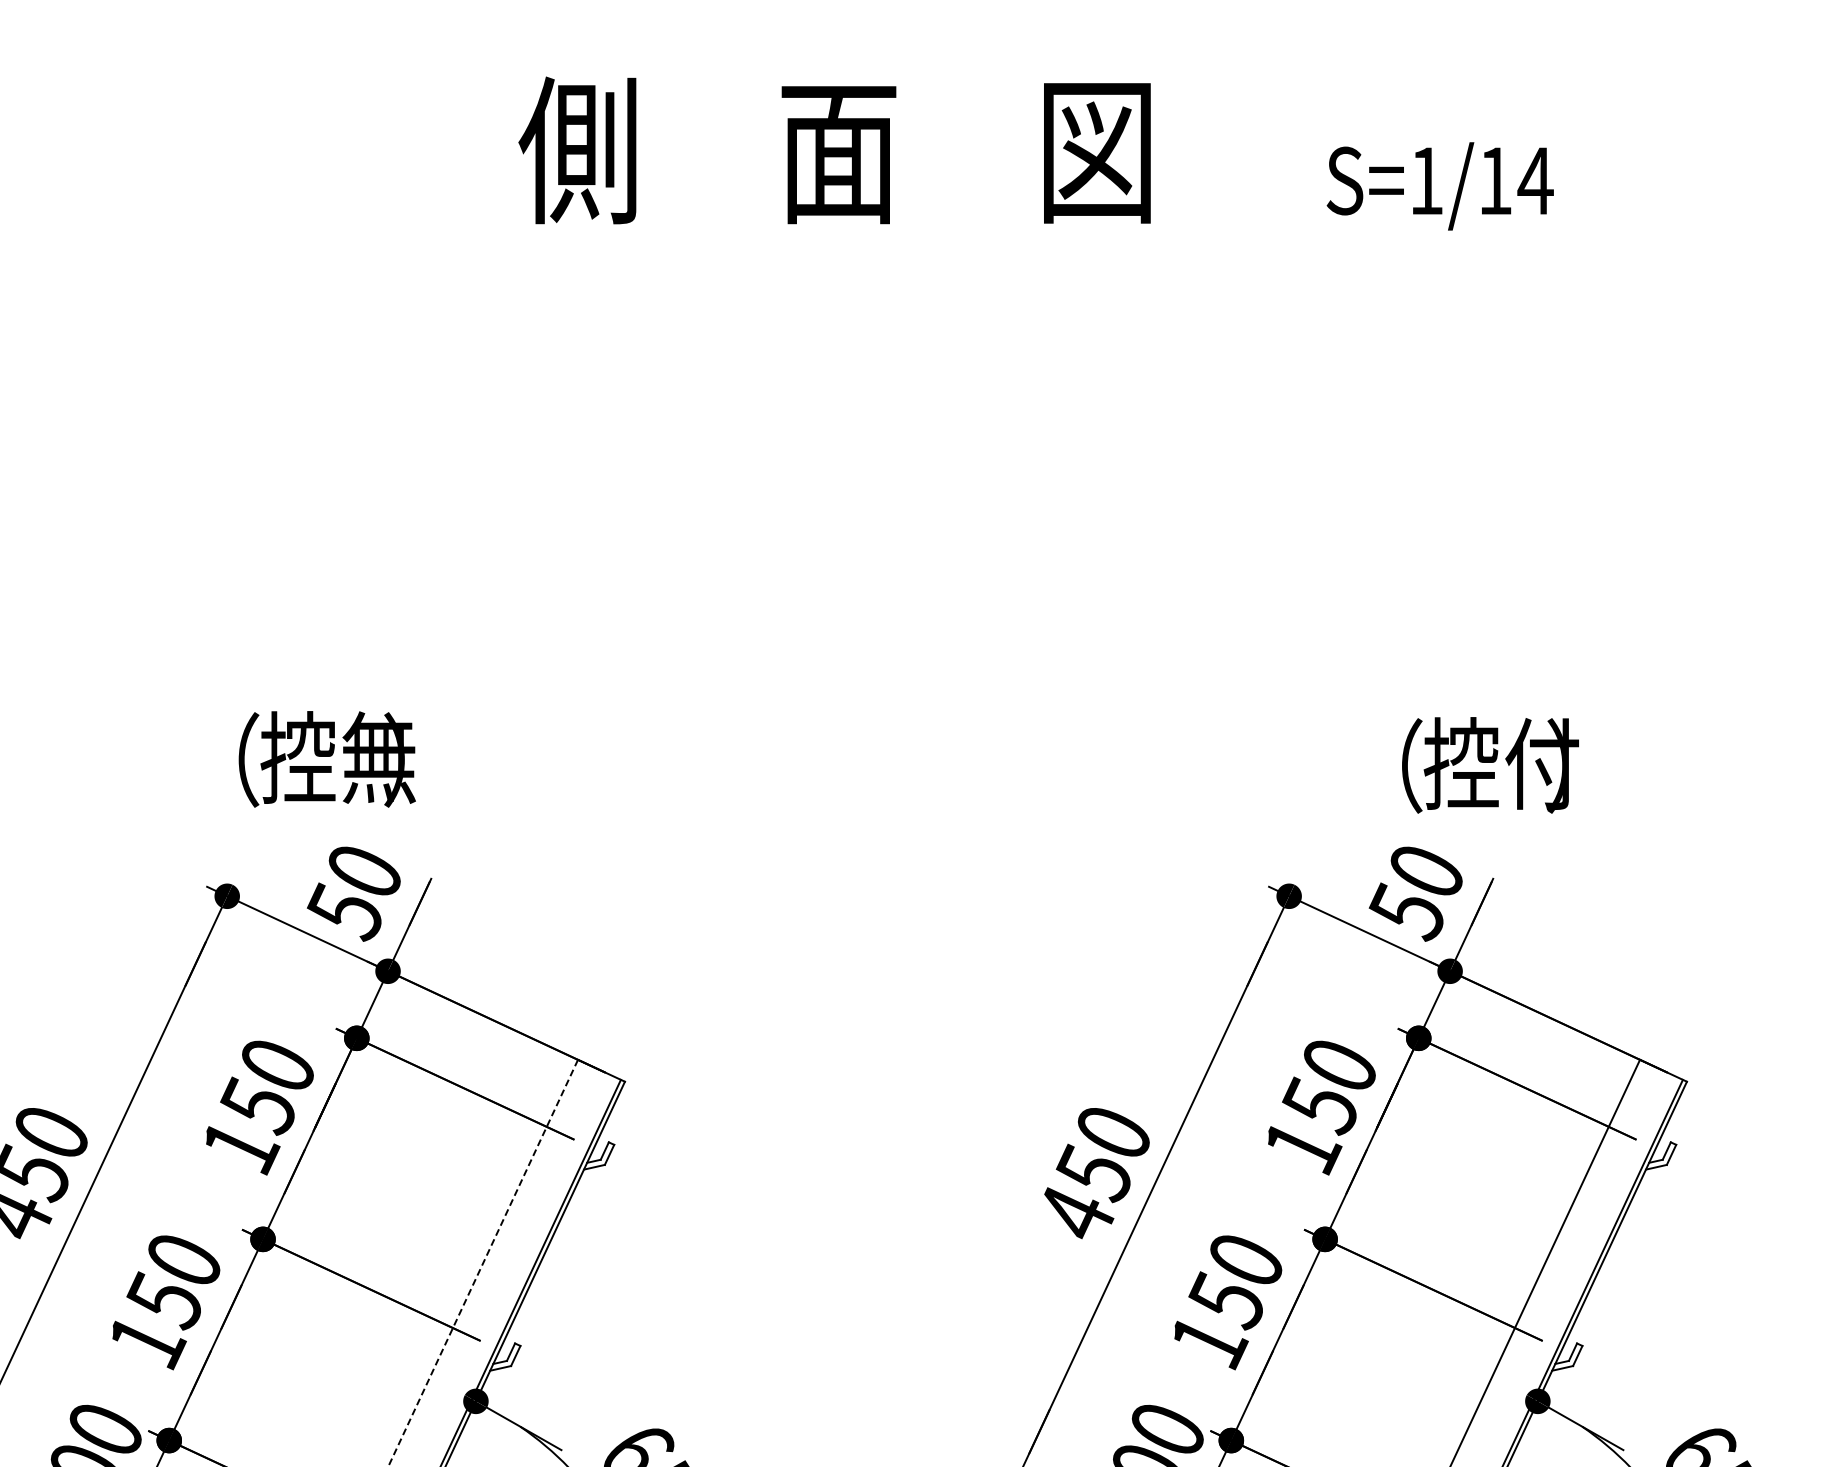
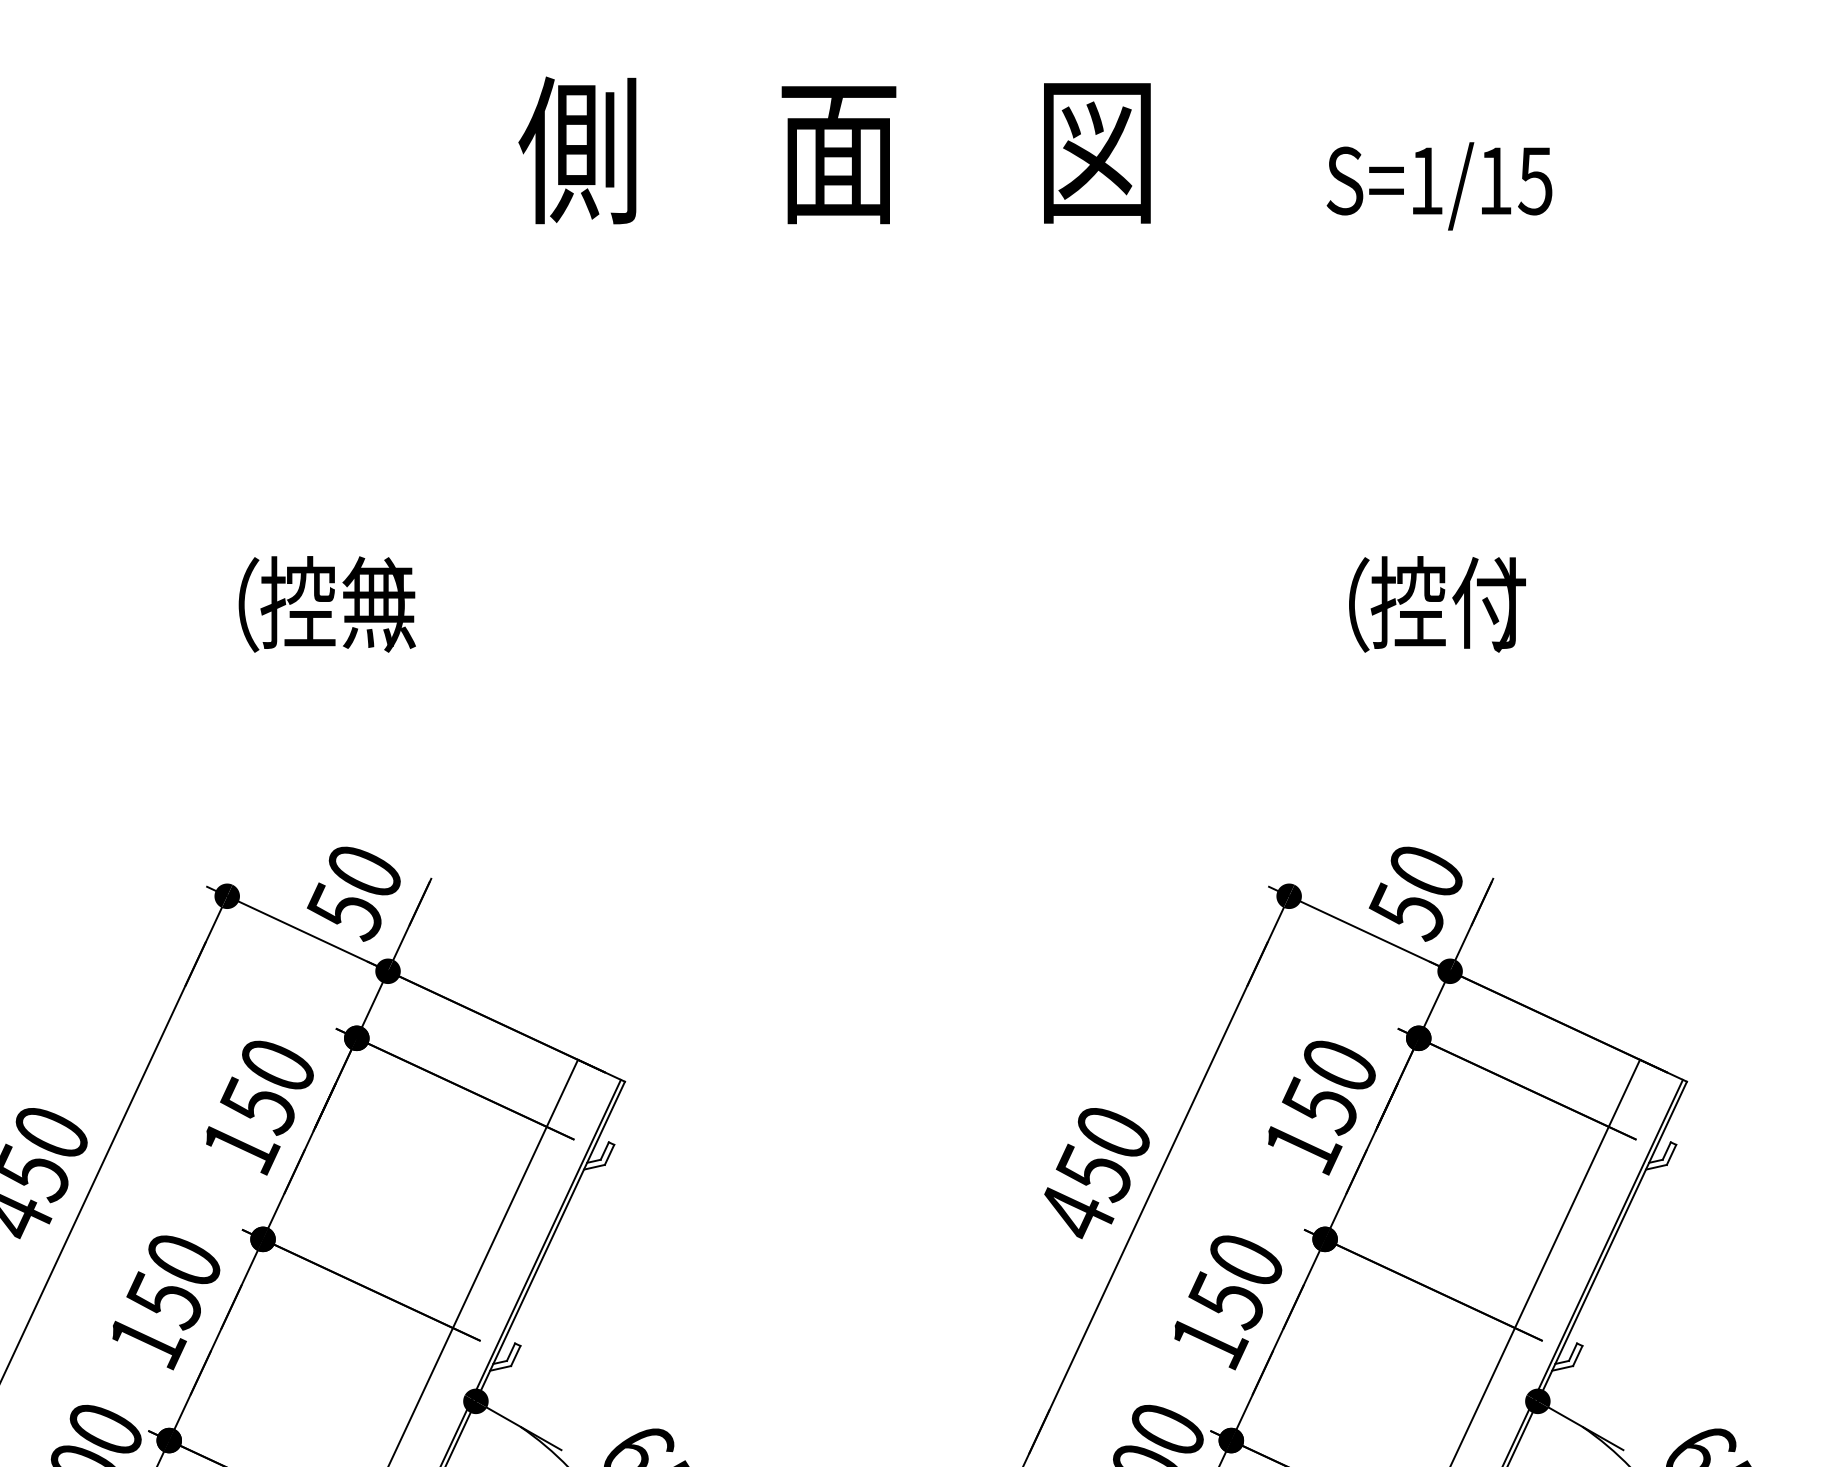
text at (1535, 181): S=1/14 -> S=1/15
text at (326, 759) position: (326, 759) -> (326, 604)
text at (1490, 765) position: (1490, 765) -> (1437, 604)
line at (483, 1263): dashed -> solid
